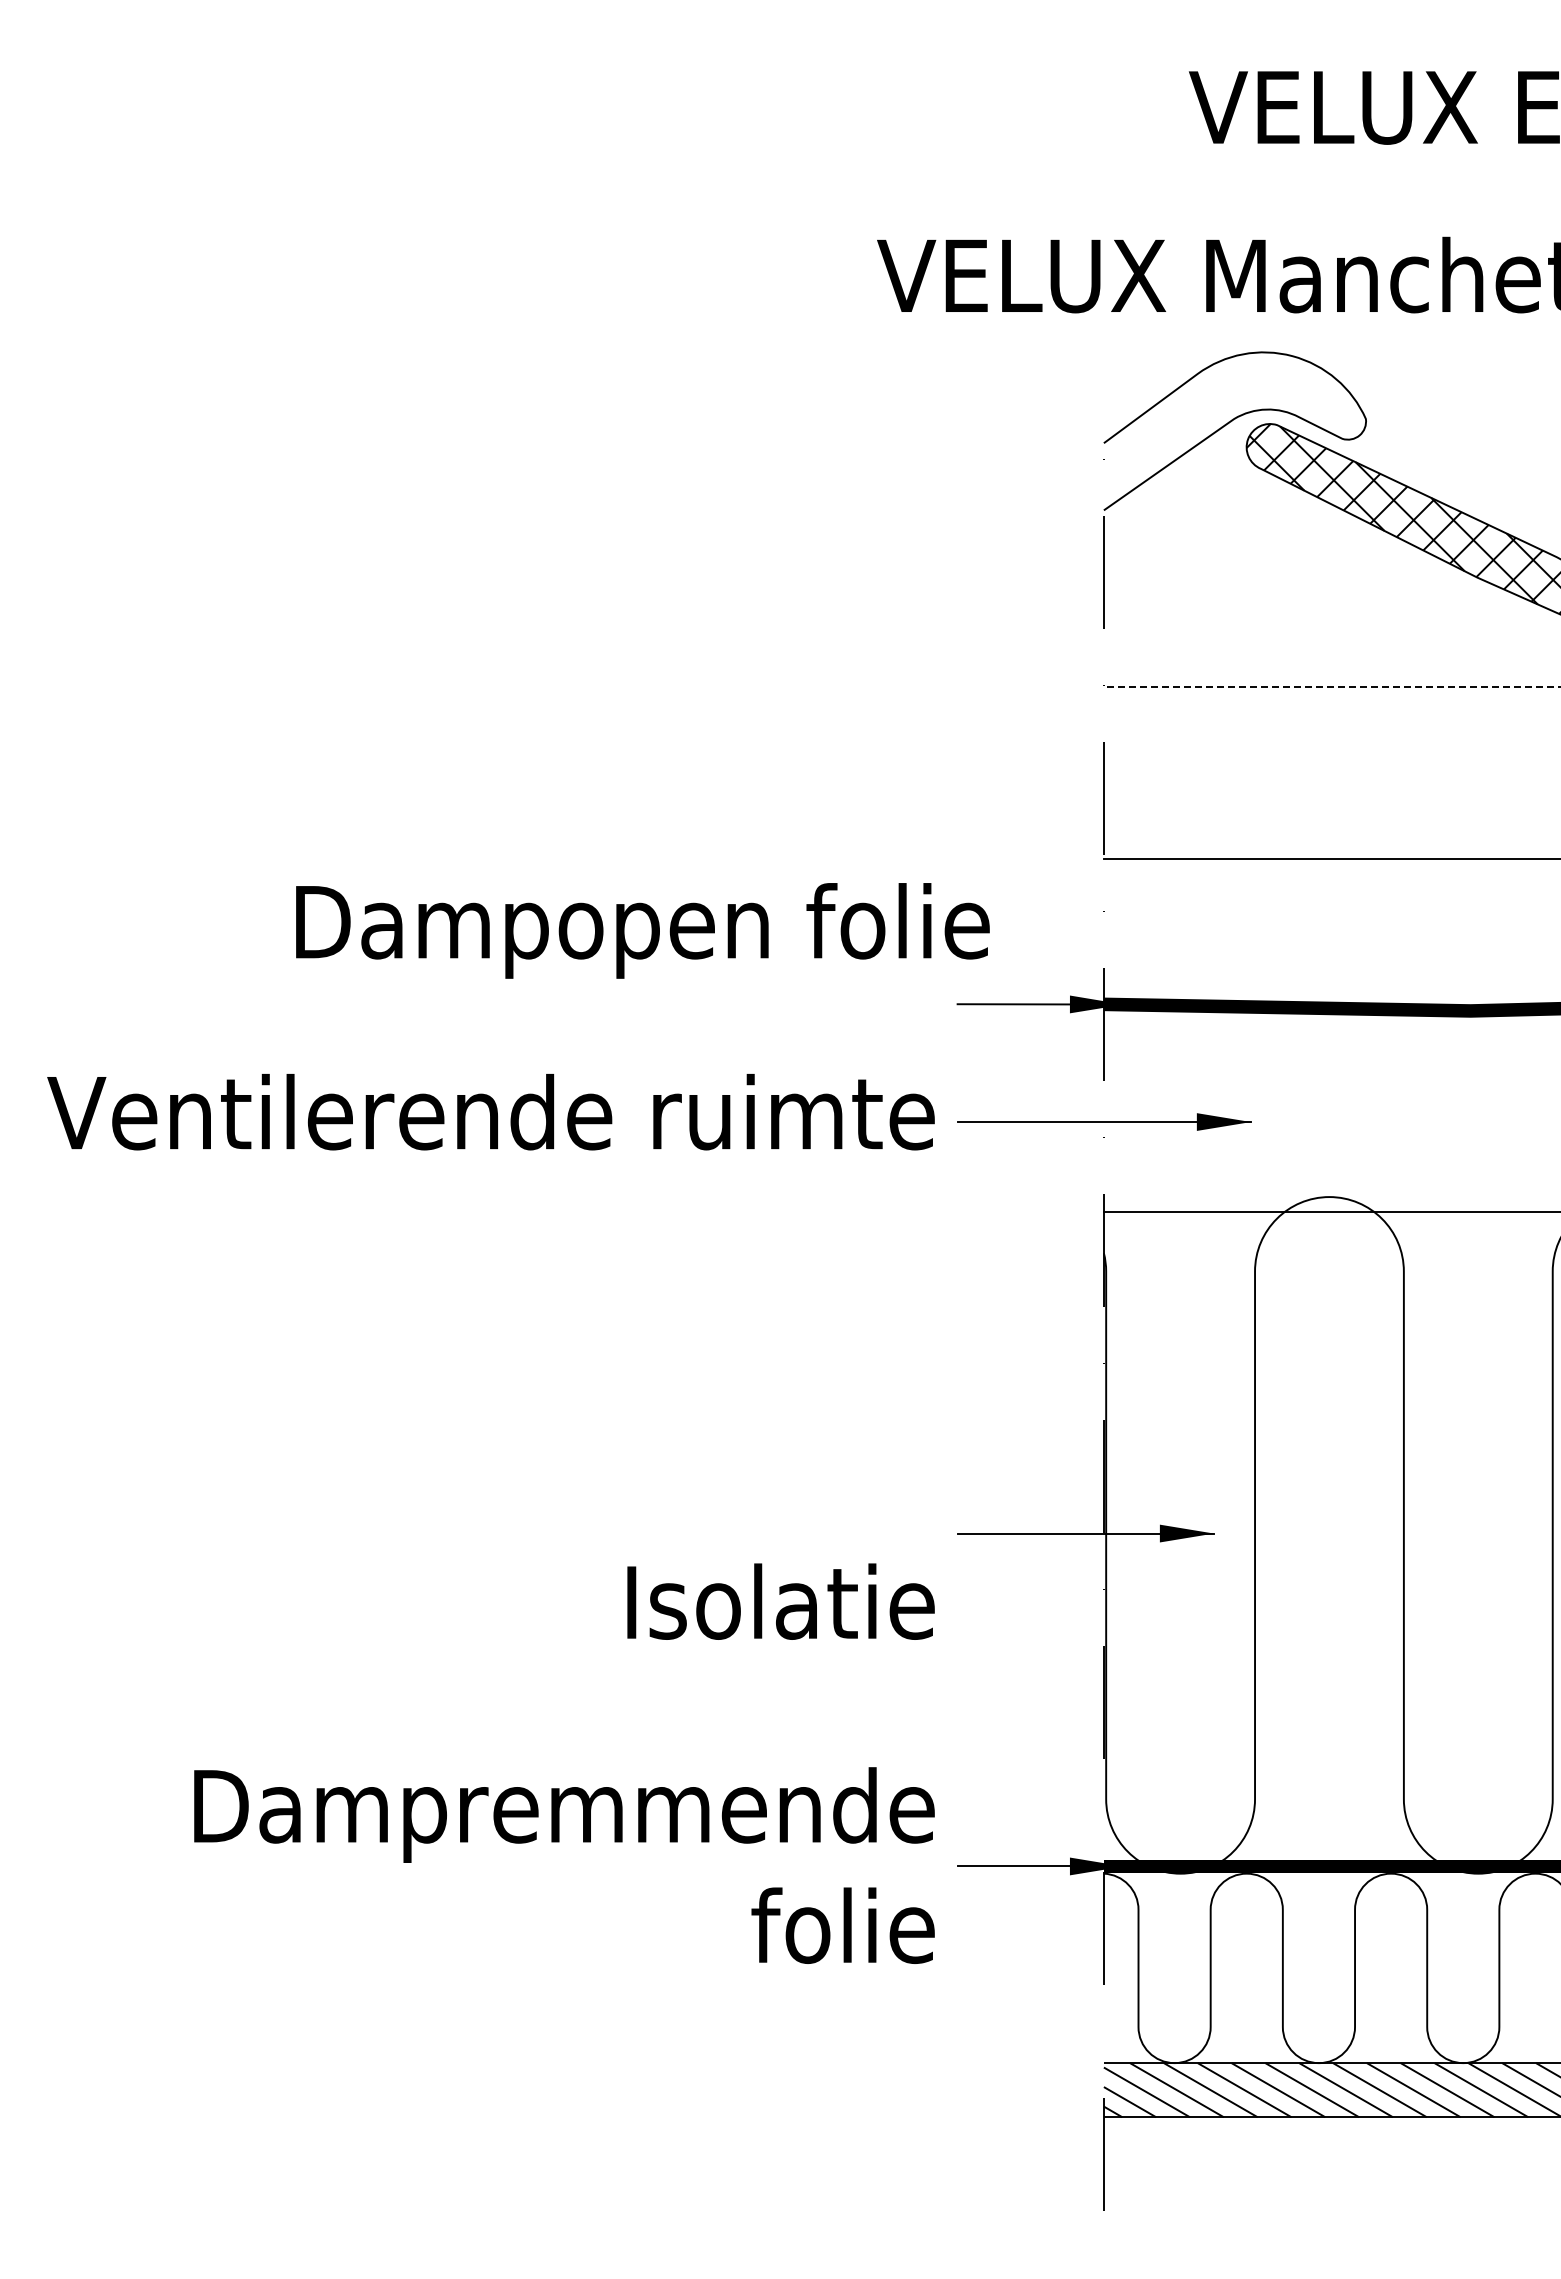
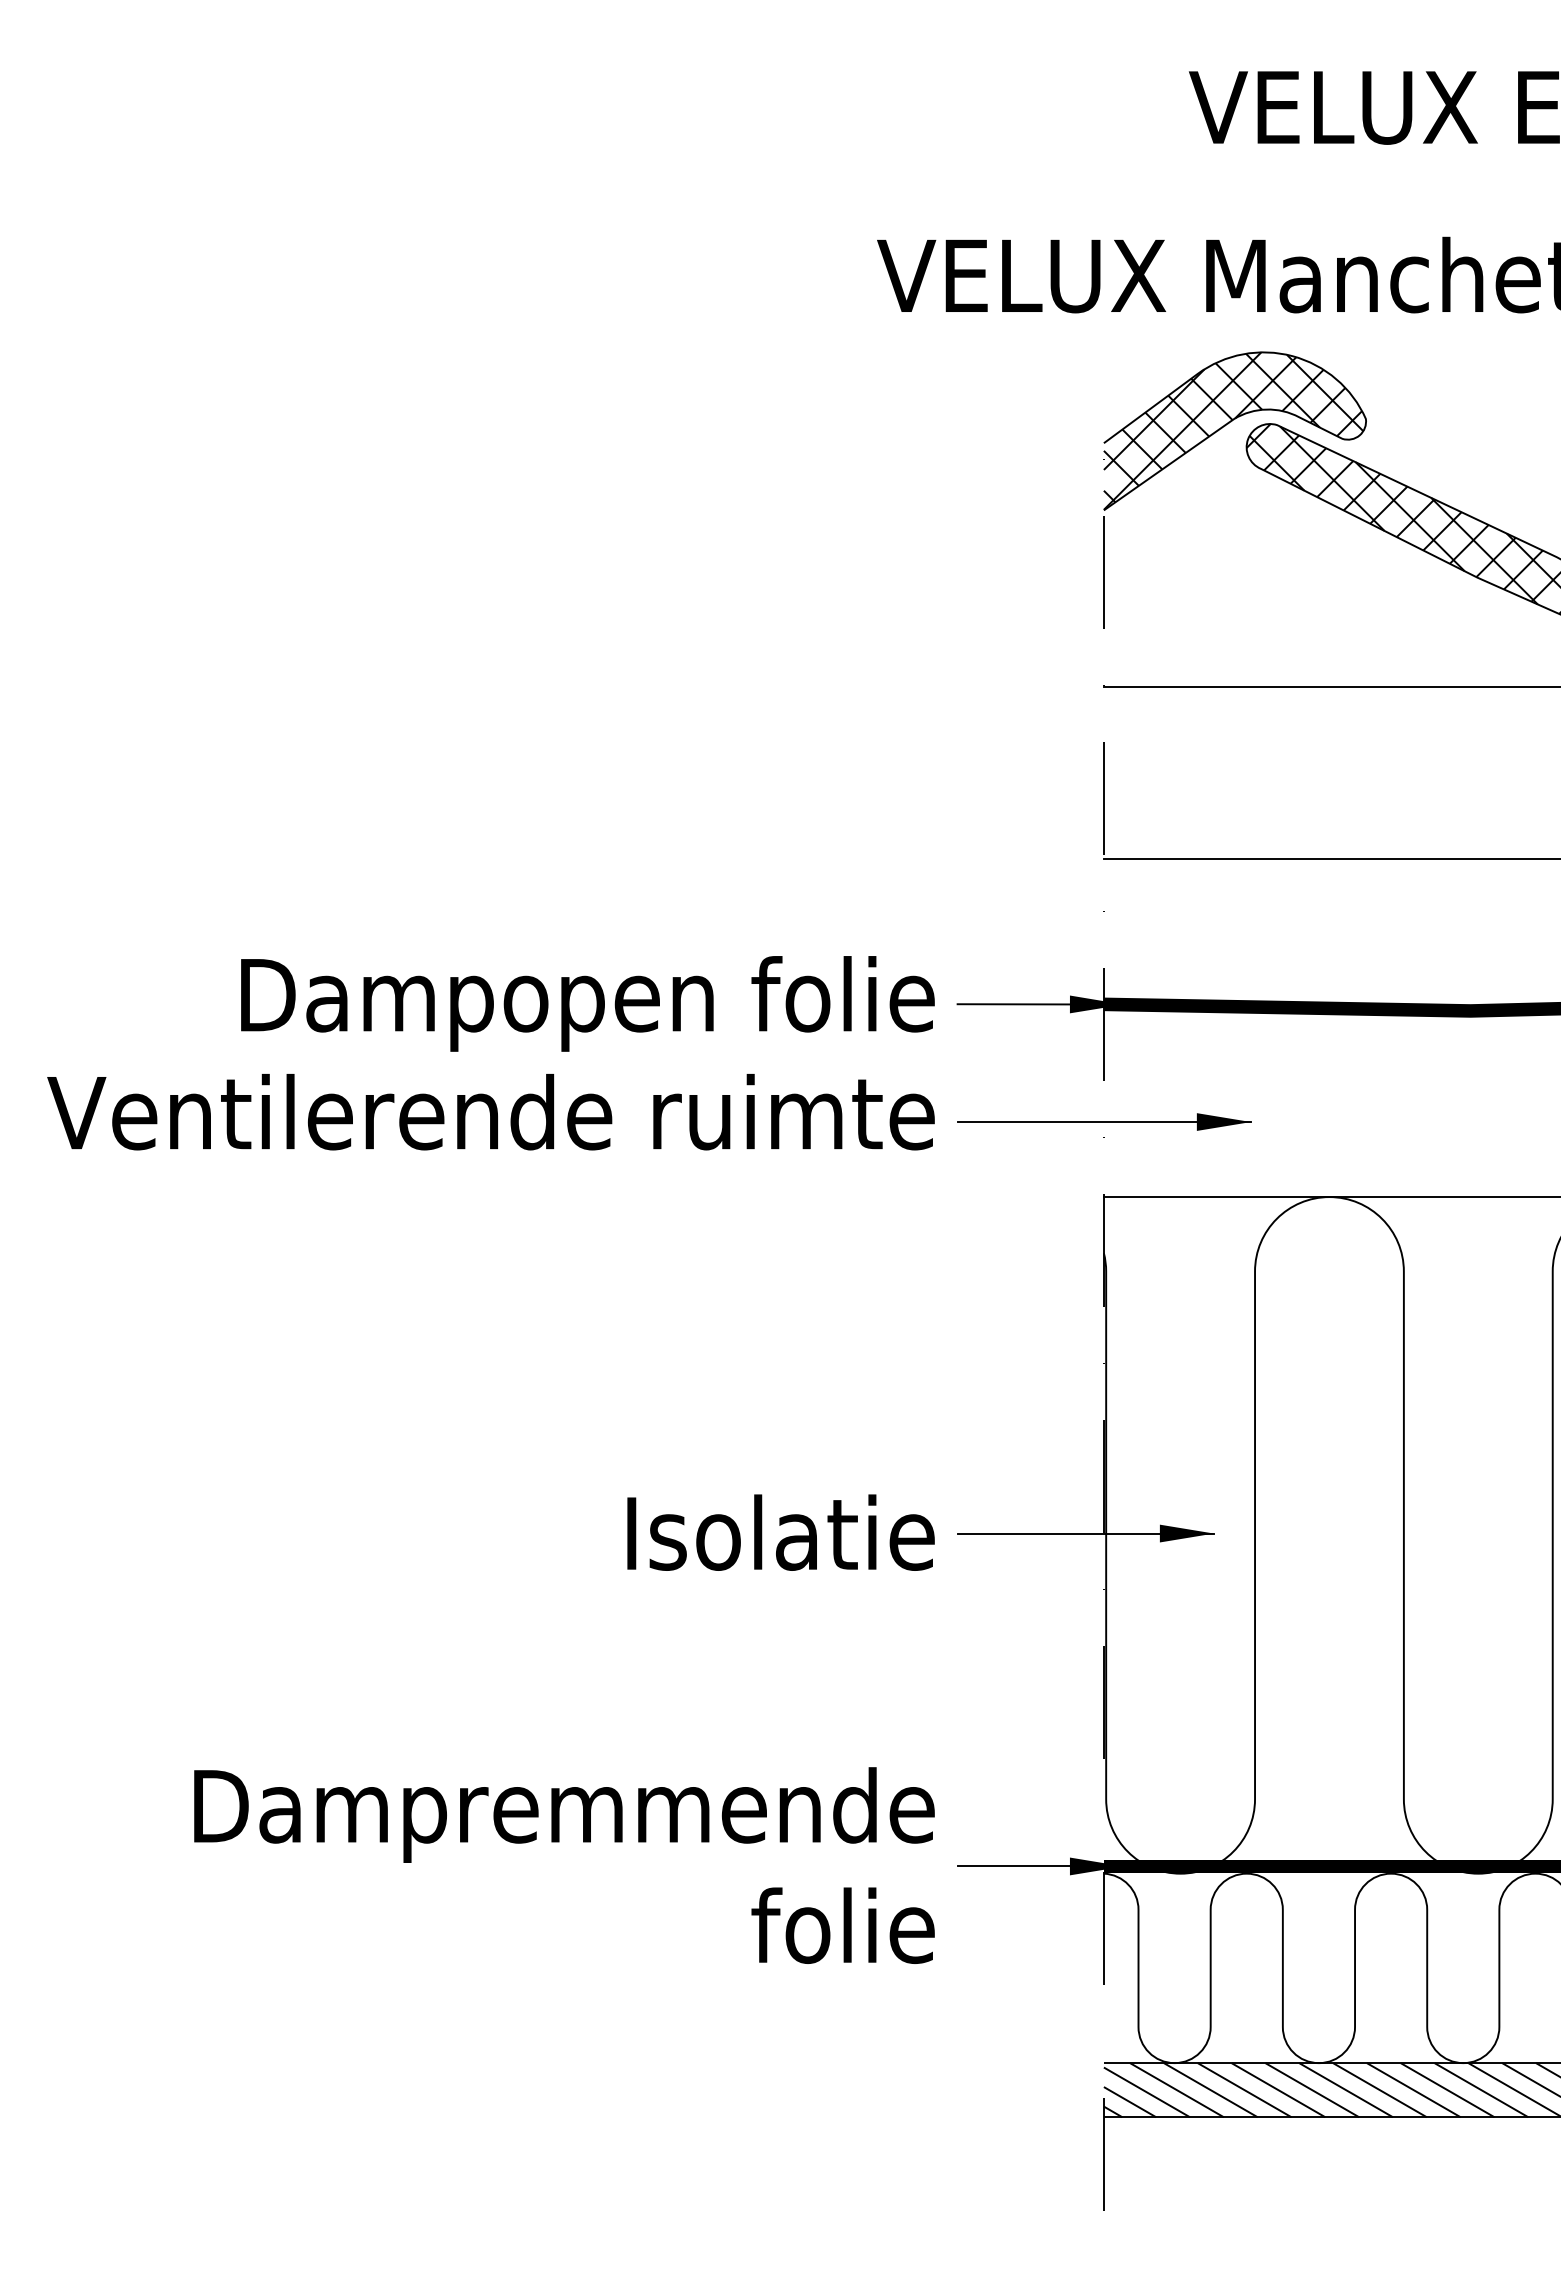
hatch at (1233, 430): none -> present
line at (1331, 687): dashed -> solid
text at (642, 930) position: (642, 930) -> (587, 1003)
line at (1330, 1212) position: (1330, 1212) -> (1330, 1197)
text at (780, 1601) position: (780, 1601) -> (780, 1532)
